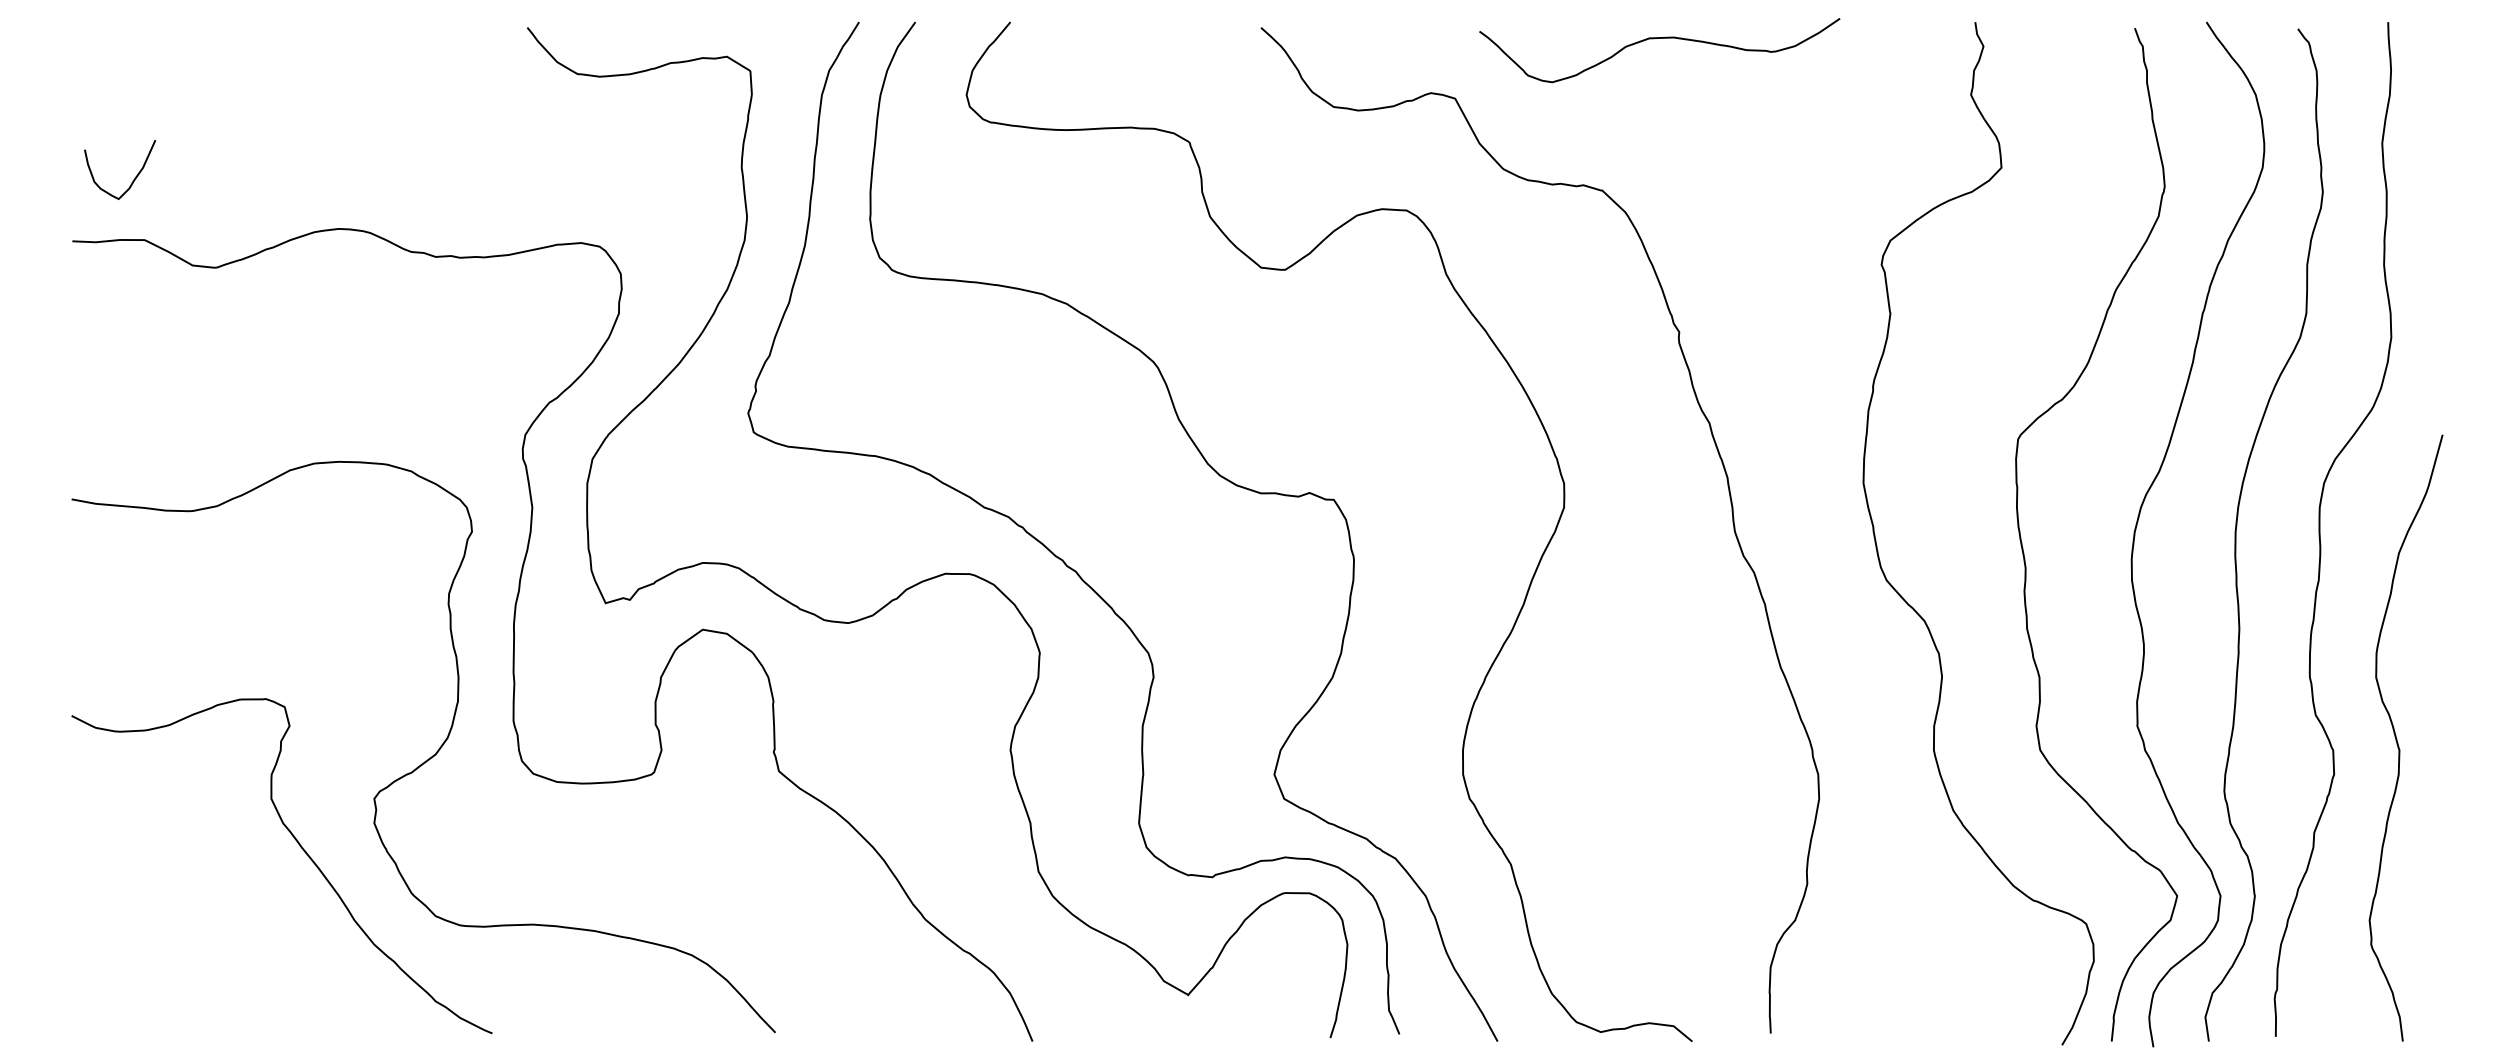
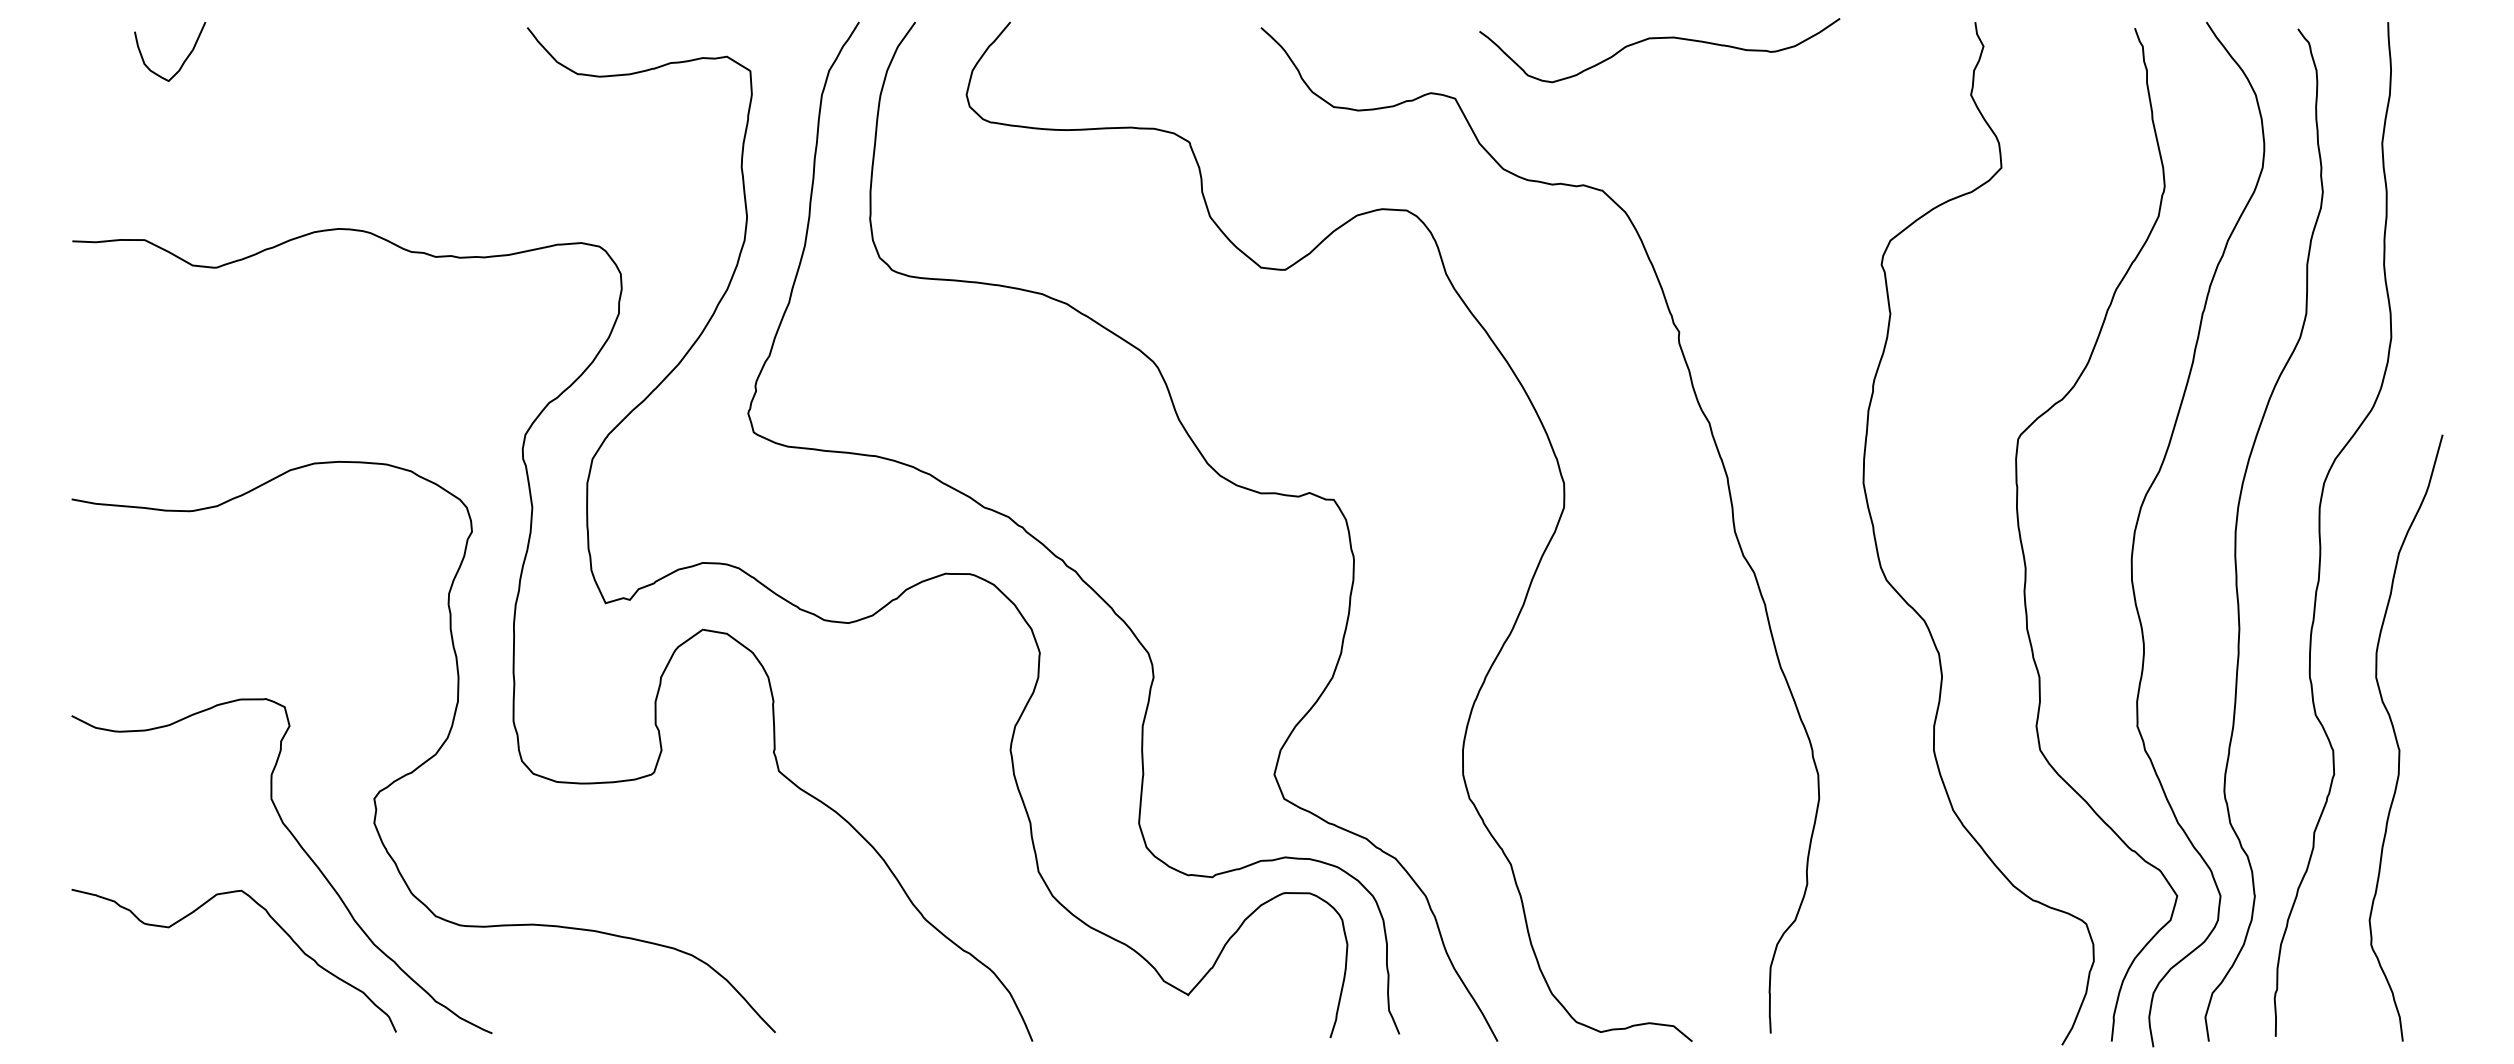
curve at (133, 179) position: (133, 179) -> (183, 61)
curve at (274, 922): none -> present
